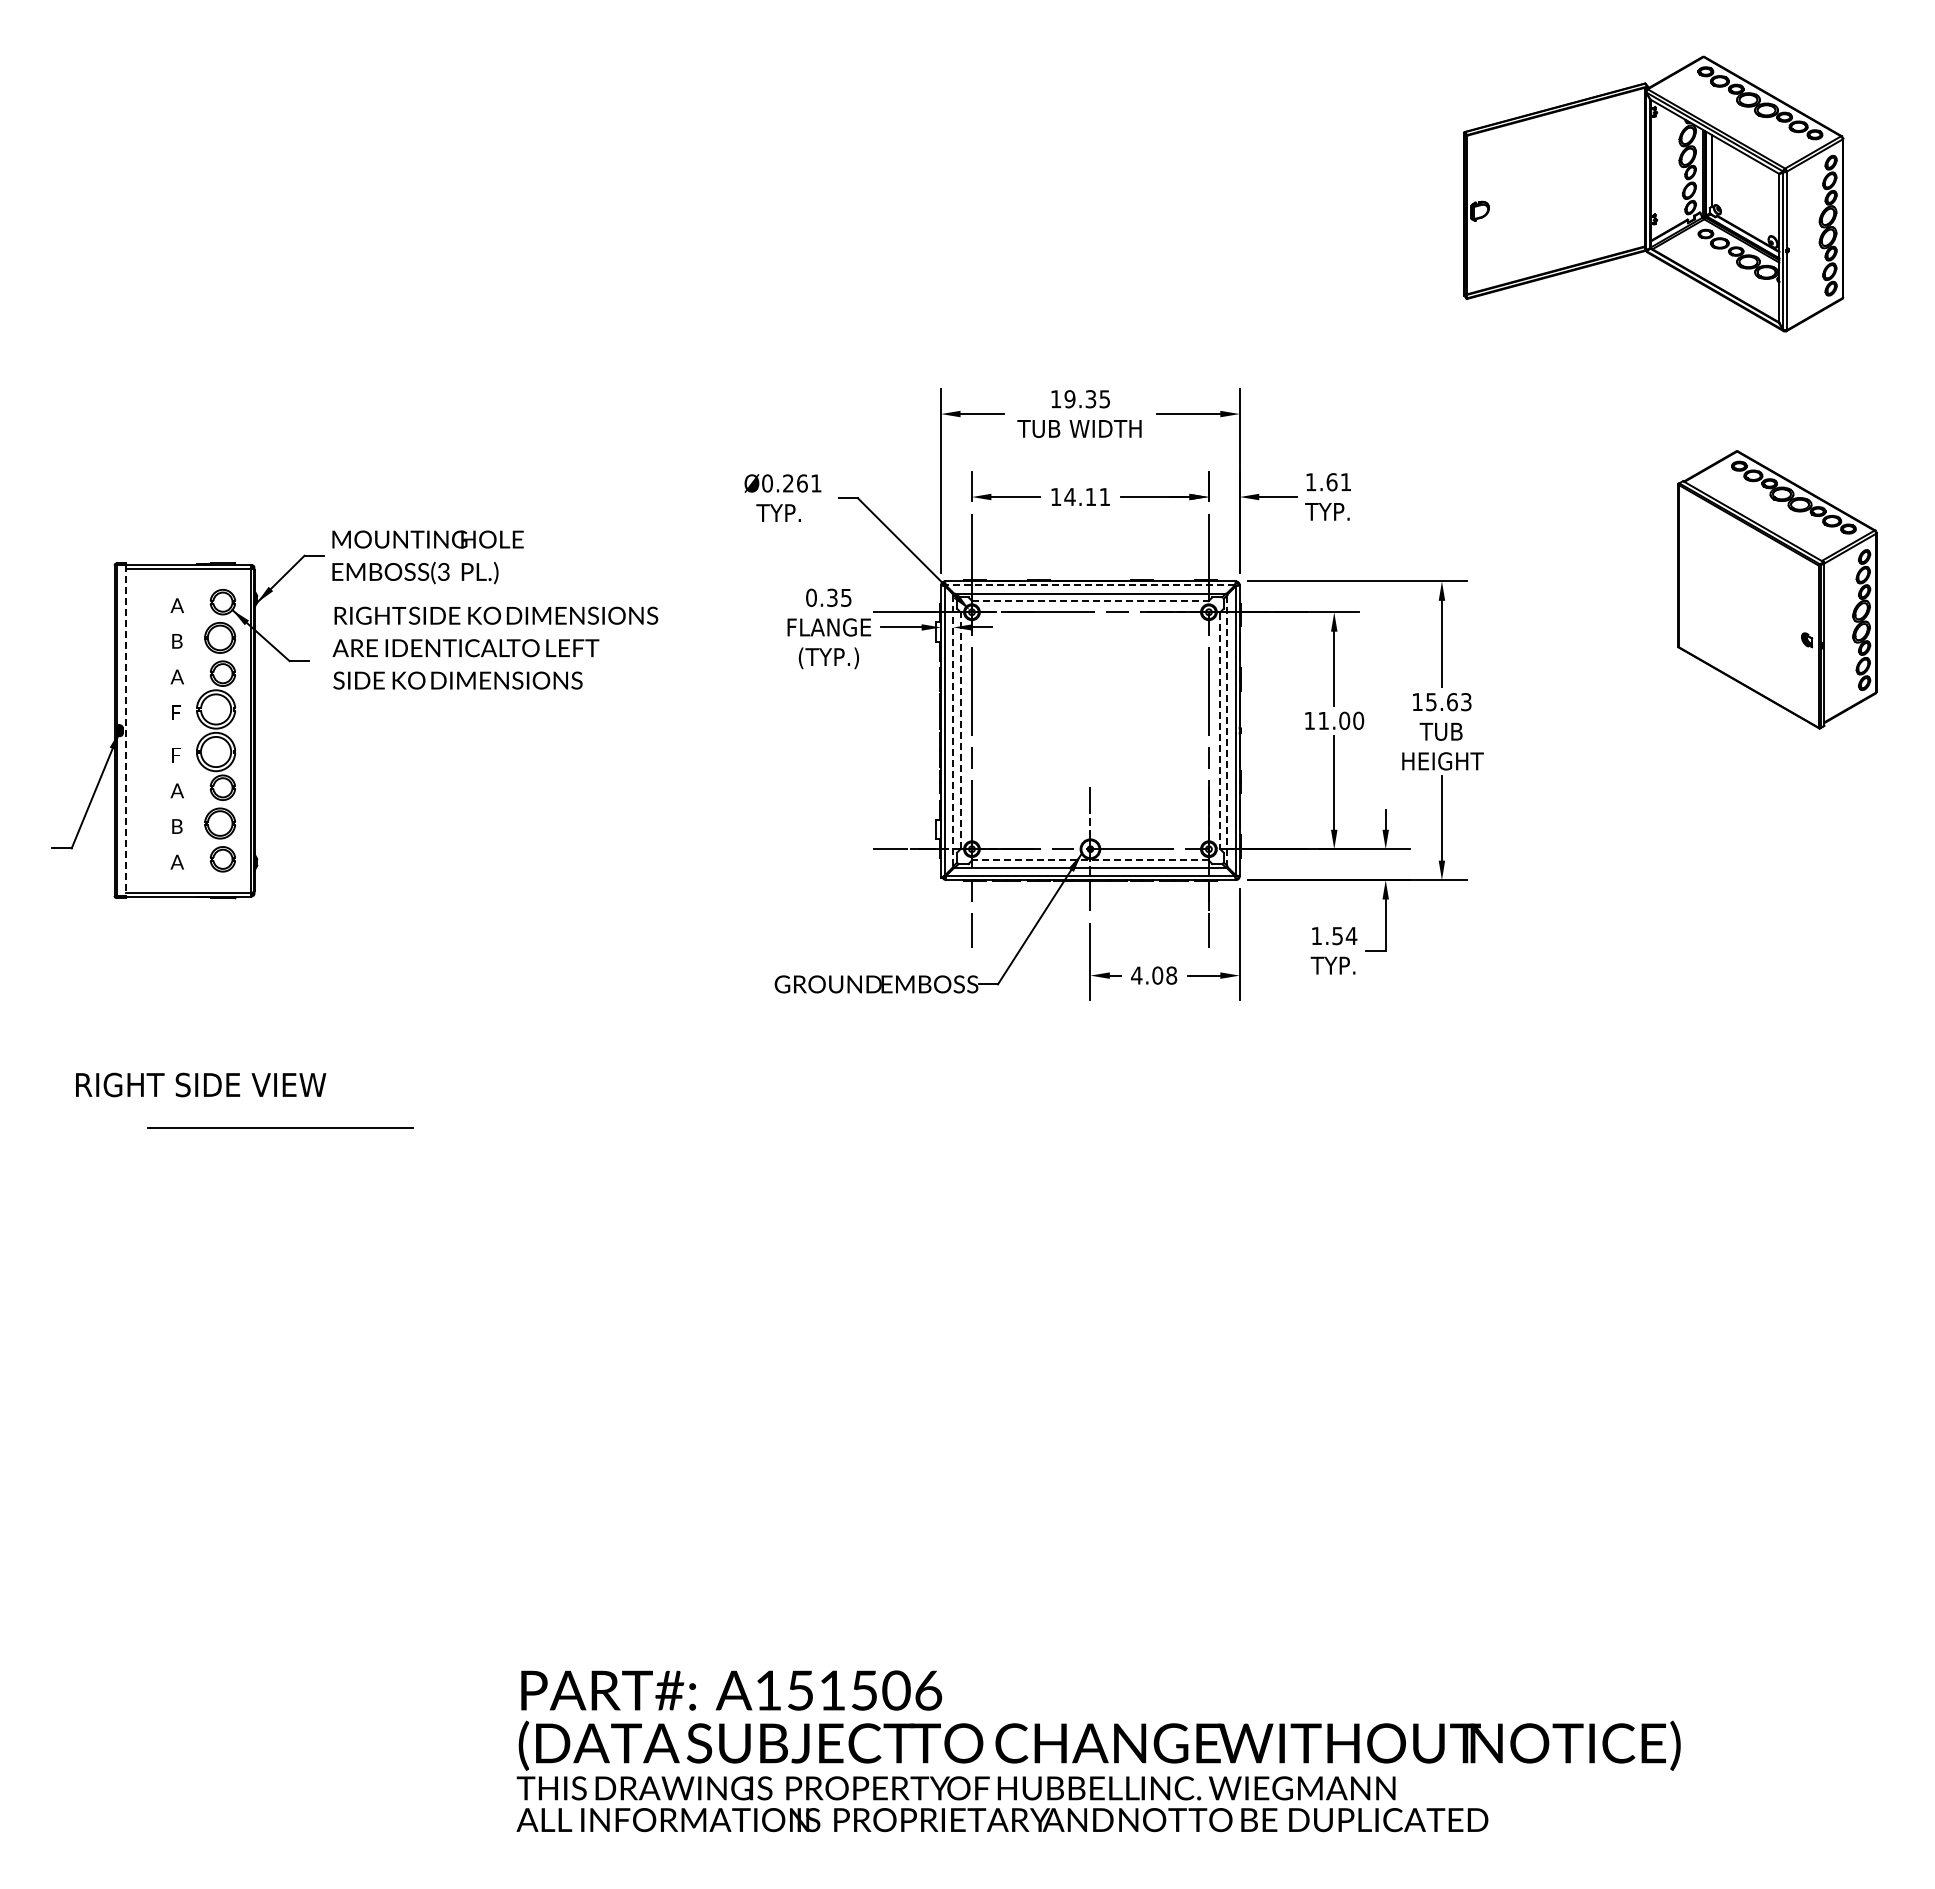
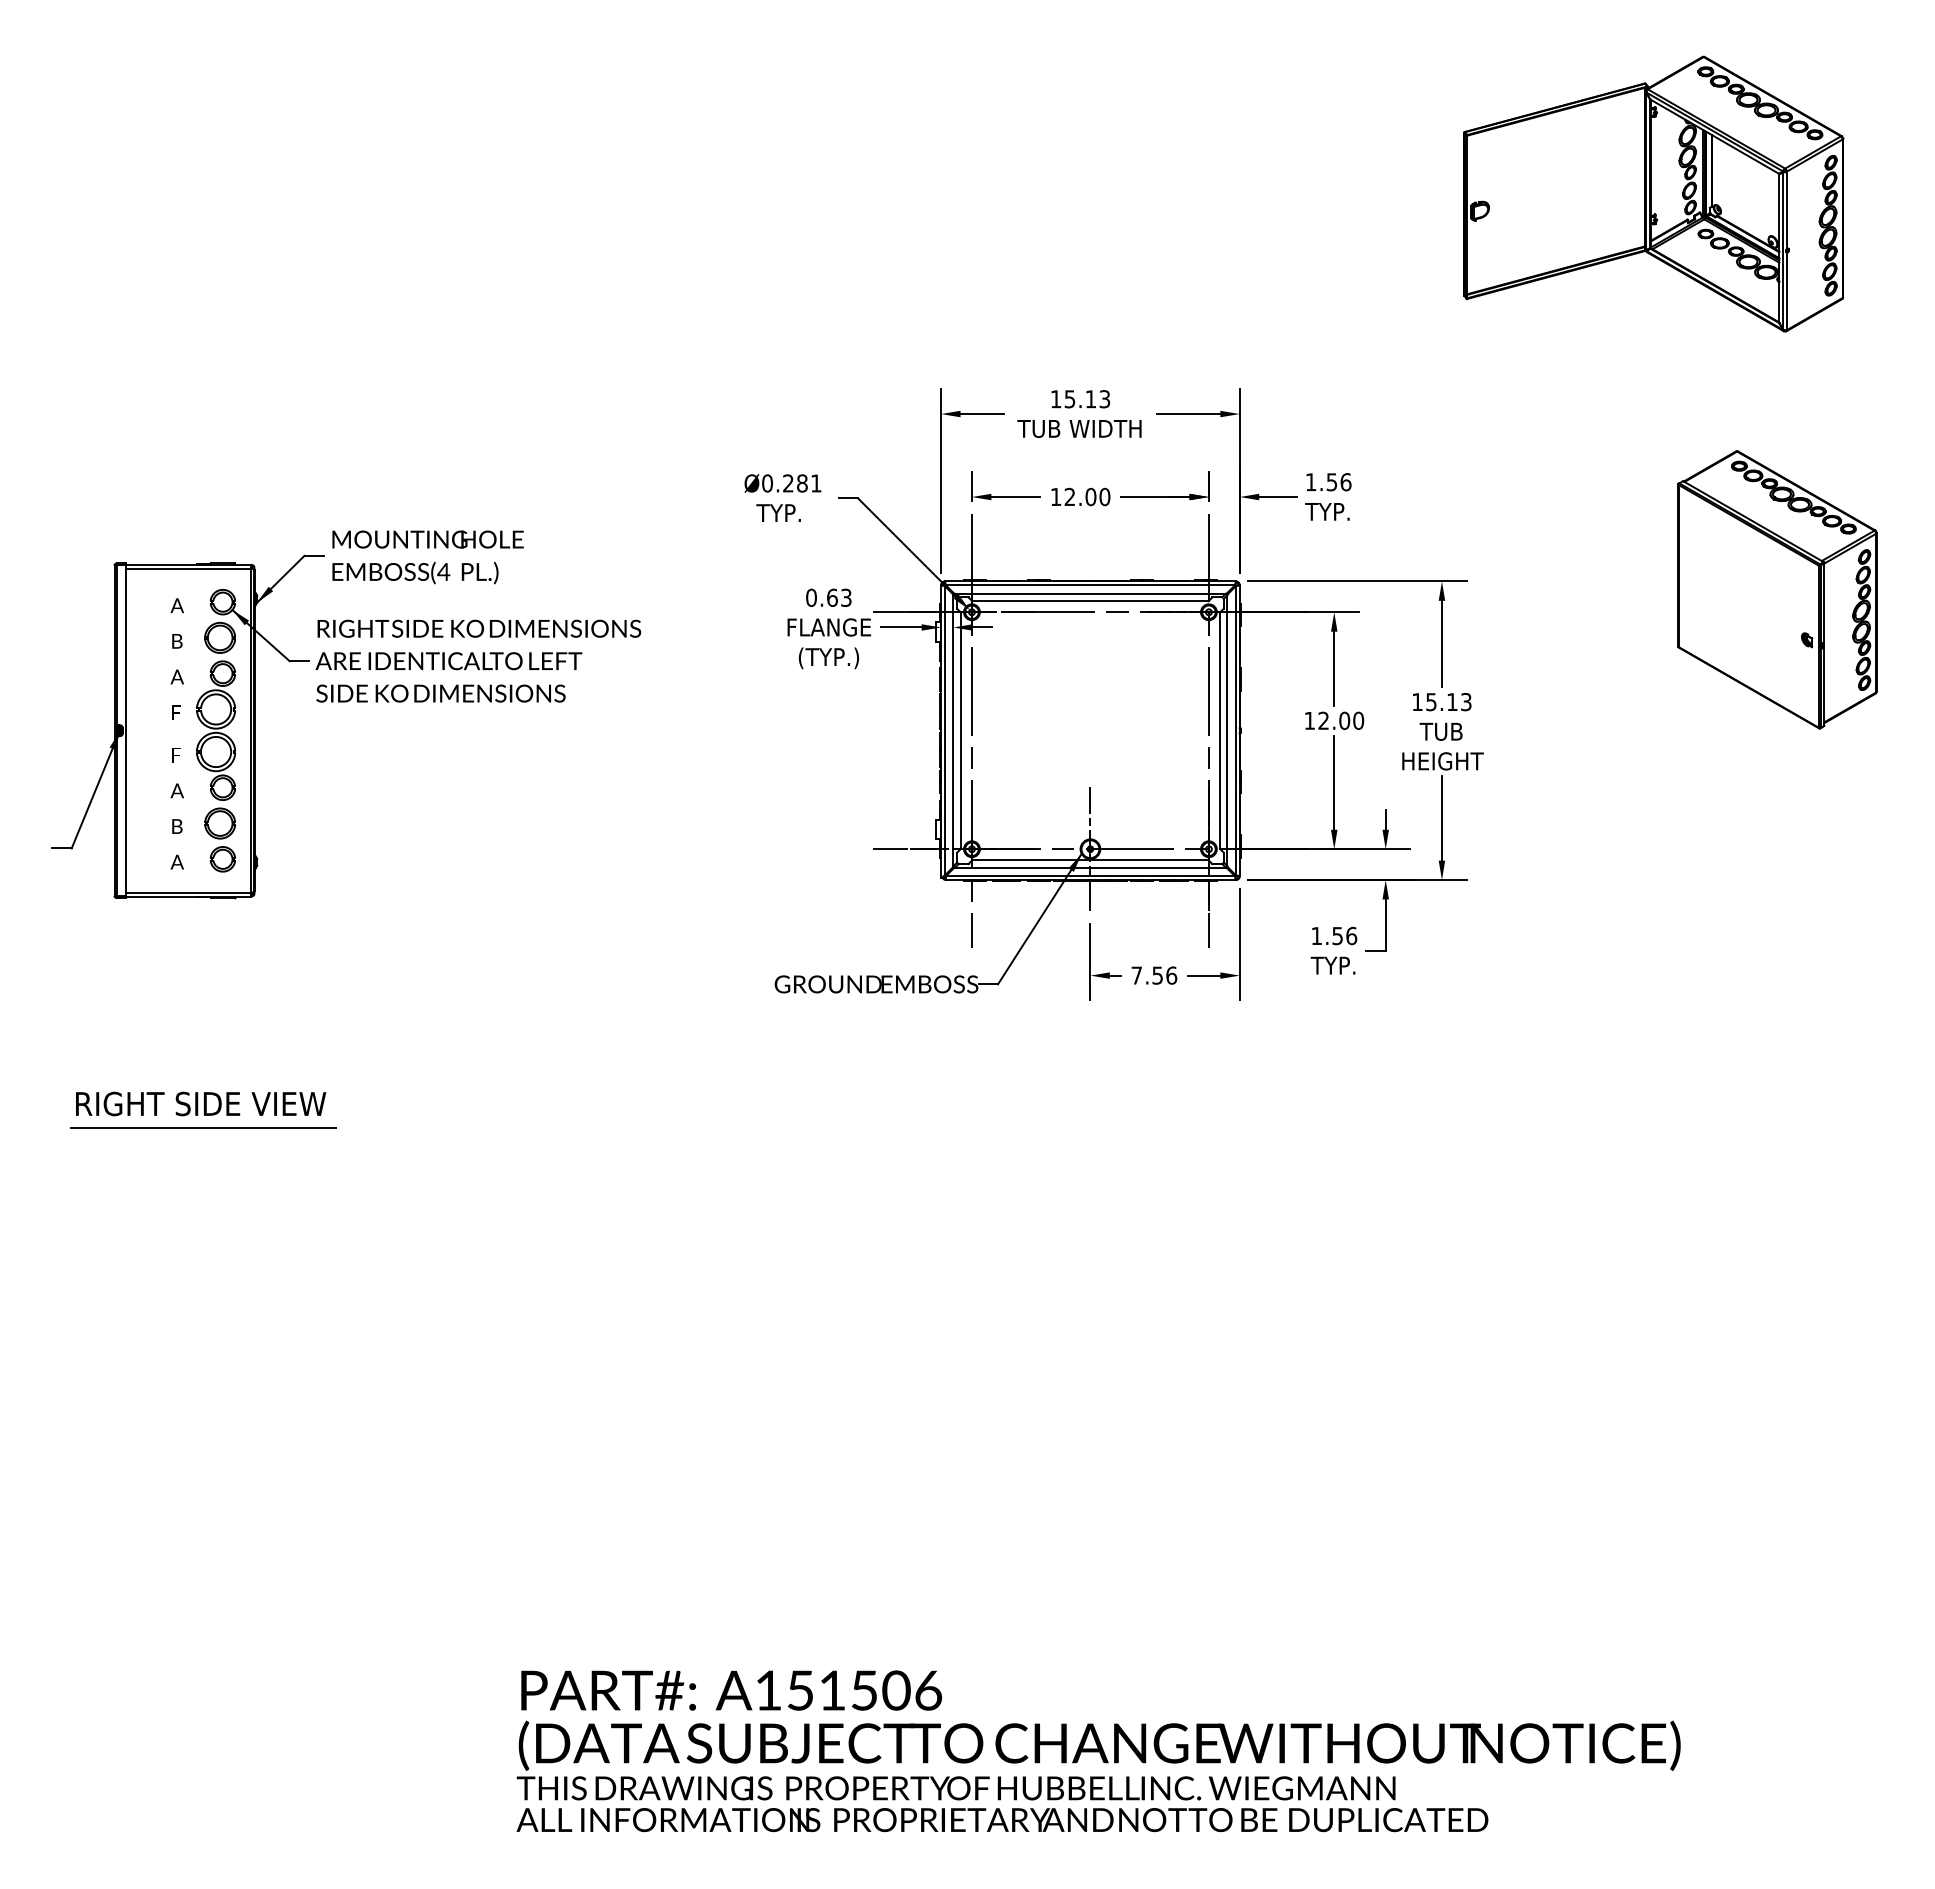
text at (1087, 399): 19.35 -> 15.13
text at (1338, 482): 1.61 -> 1.56
text at (802, 483): Ø0.261 -> Ø0.281
text at (1087, 496): 14.11 -> 12.00
text at (443, 571): (3 -> (4
line at (1090, 585): dashed -> solid
text at (839, 597): 0.35 -> 0.63
line at (1090, 601): dashed -> solid
text at (495, 647) position: (495, 647) -> (478, 660)
text at (1452, 702): 15.63 -> 15.13
text at (1323, 720): 11.00 -> 12.00
line at (125, 730): dashed -> solid
line at (960, 730): dashed -> solid
line at (1227, 730): dashed -> solid
line at (953, 731): dashed -> solid
line at (1220, 731): dashed -> solid
line at (1089, 860): dashed -> solid
text at (1351, 935): 1.54 -> 1.56
text at (1154, 975): 4.08 -> 7.56
text at (201, 1084) position: (201, 1084) -> (201, 1103)
line at (280, 1127) position: (280, 1127) -> (203, 1127)
